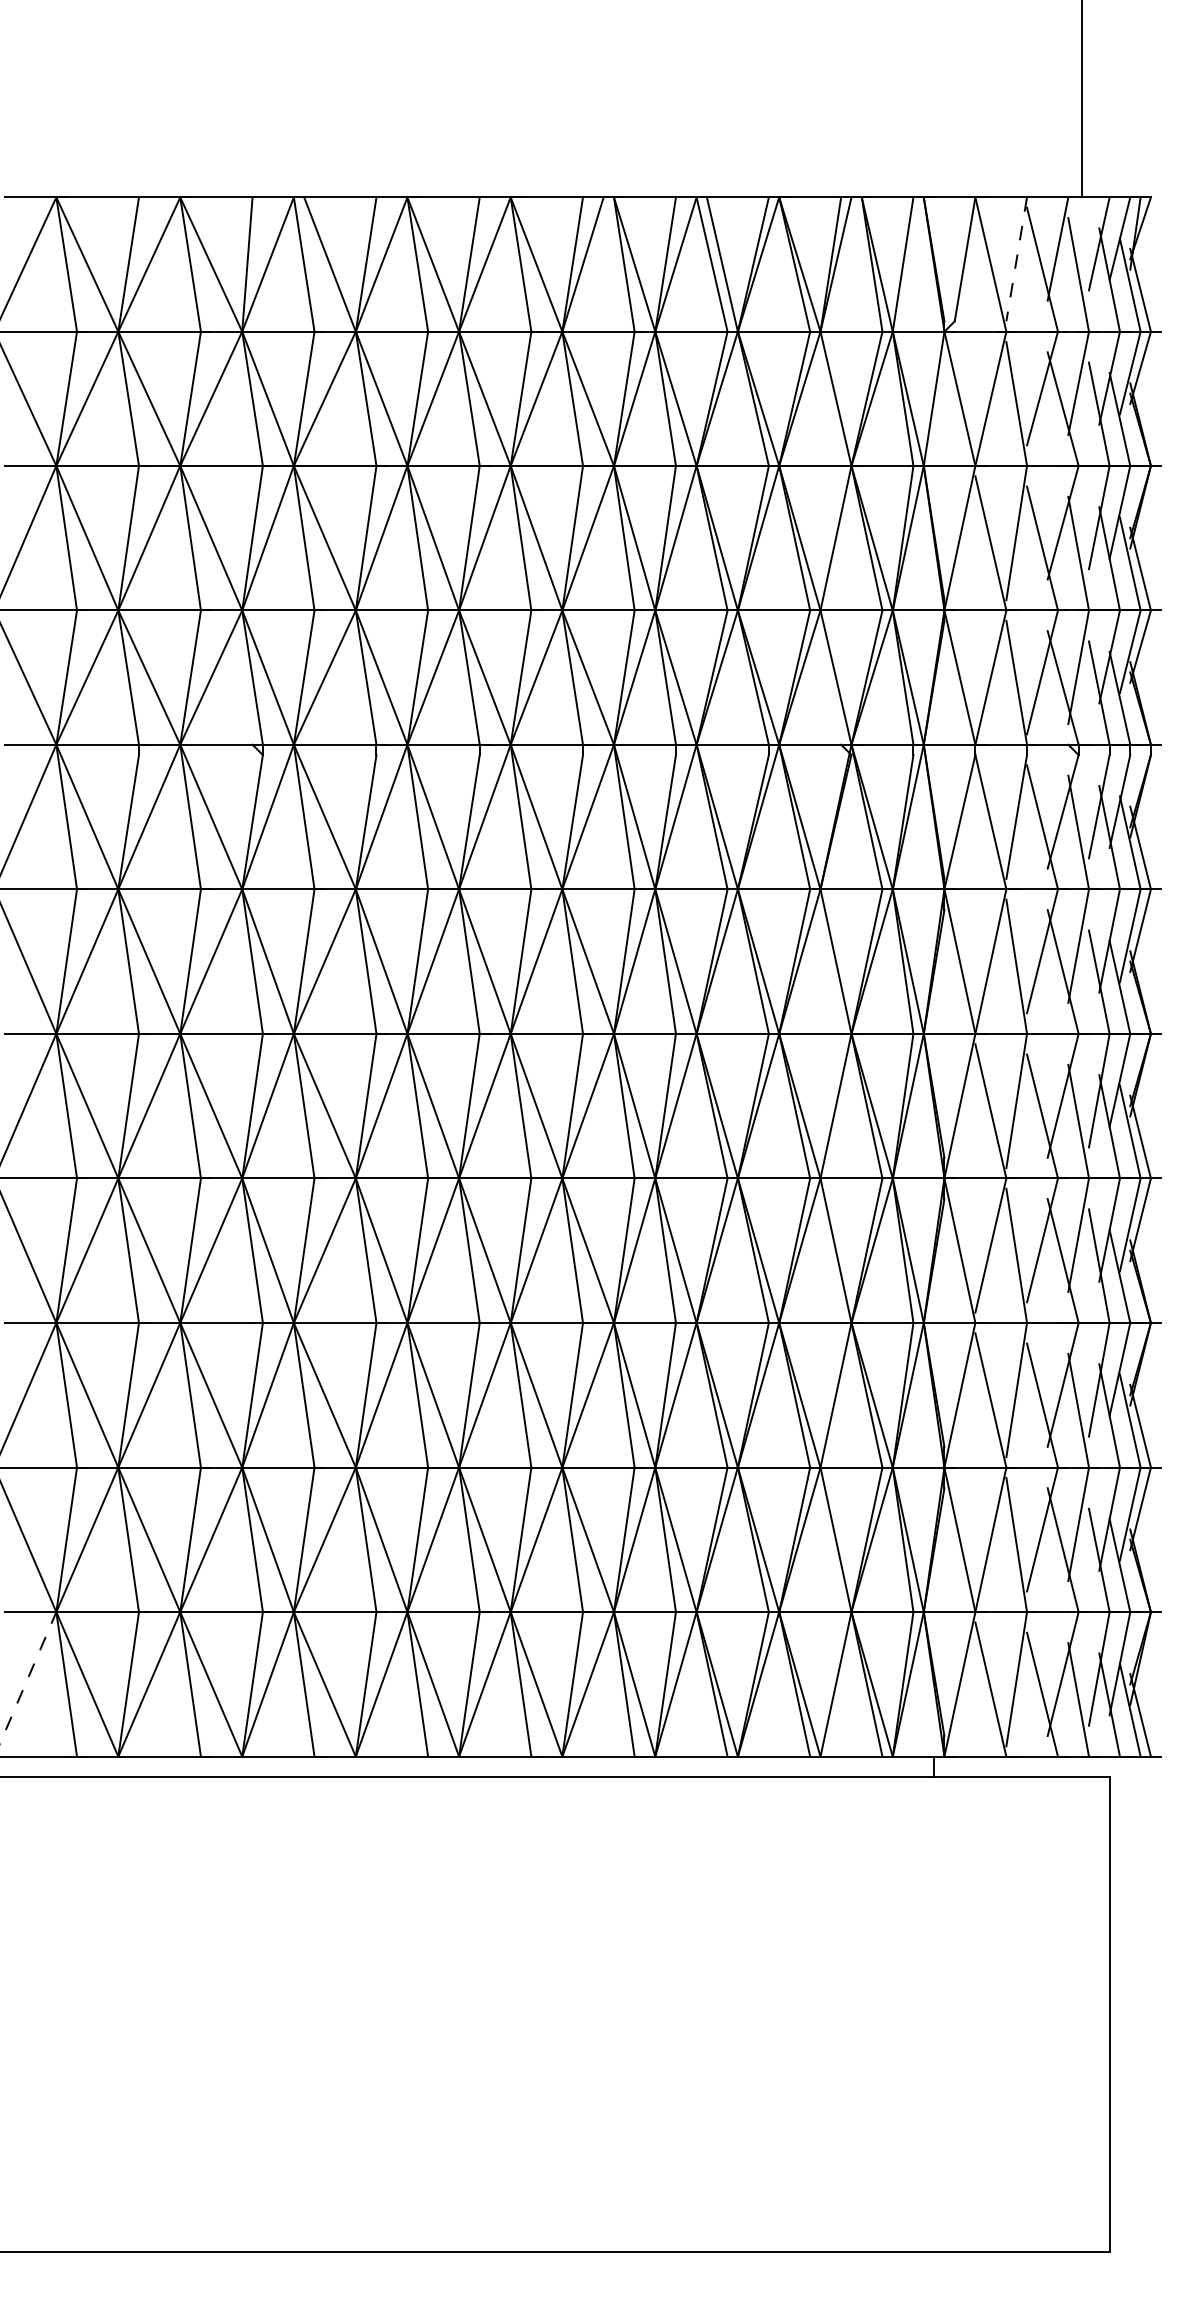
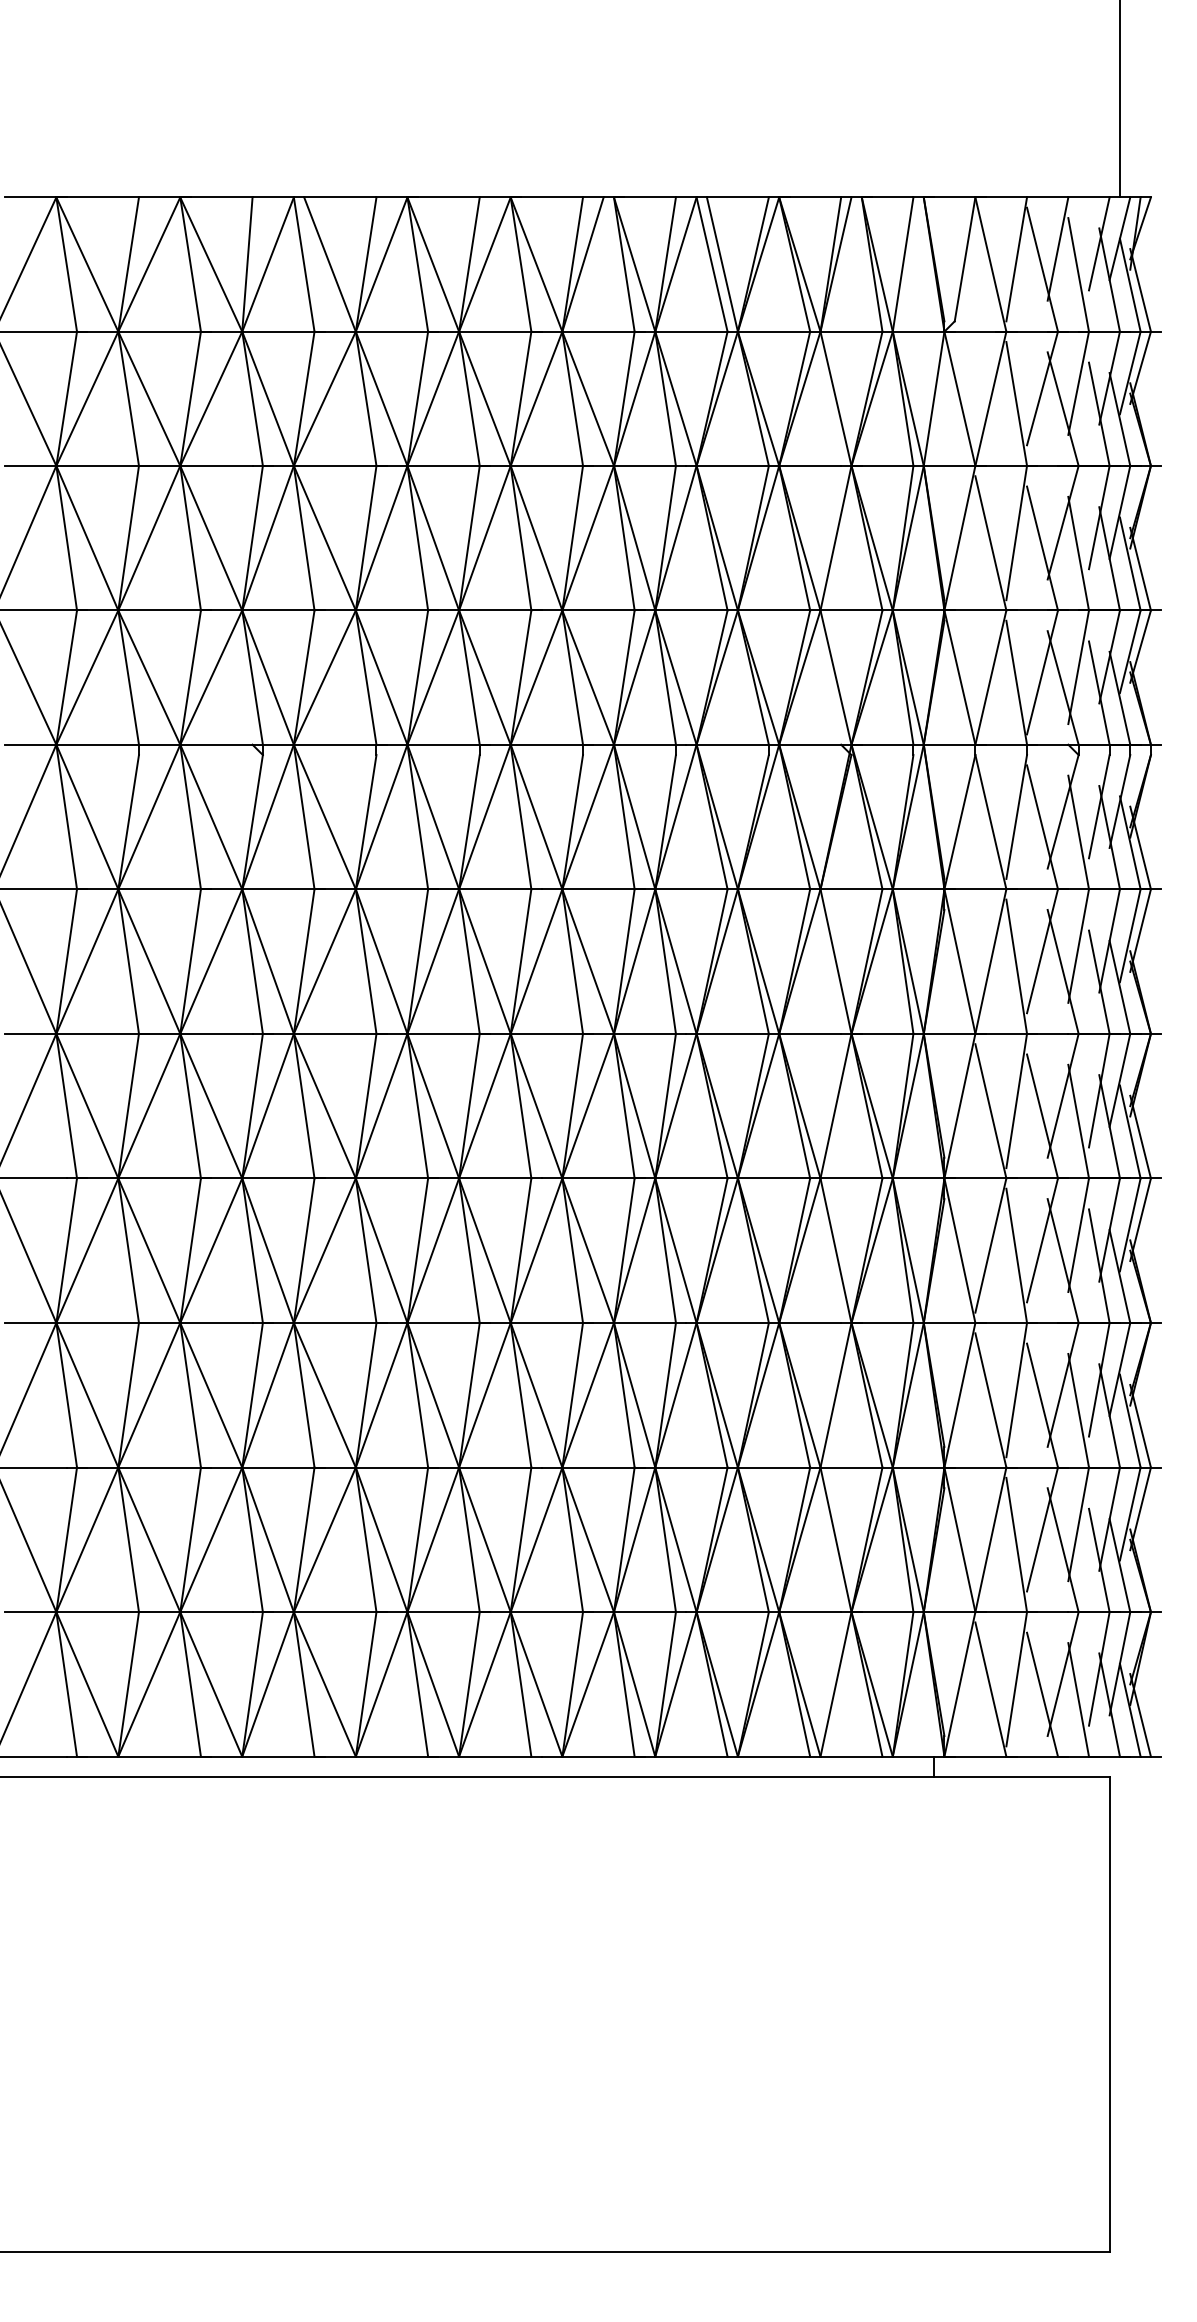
line at (1081, 99) position: (1081, 99) -> (1119, 99)
line at (1016, 259): dashed -> solid
line at (28, 1677): dashed -> solid
